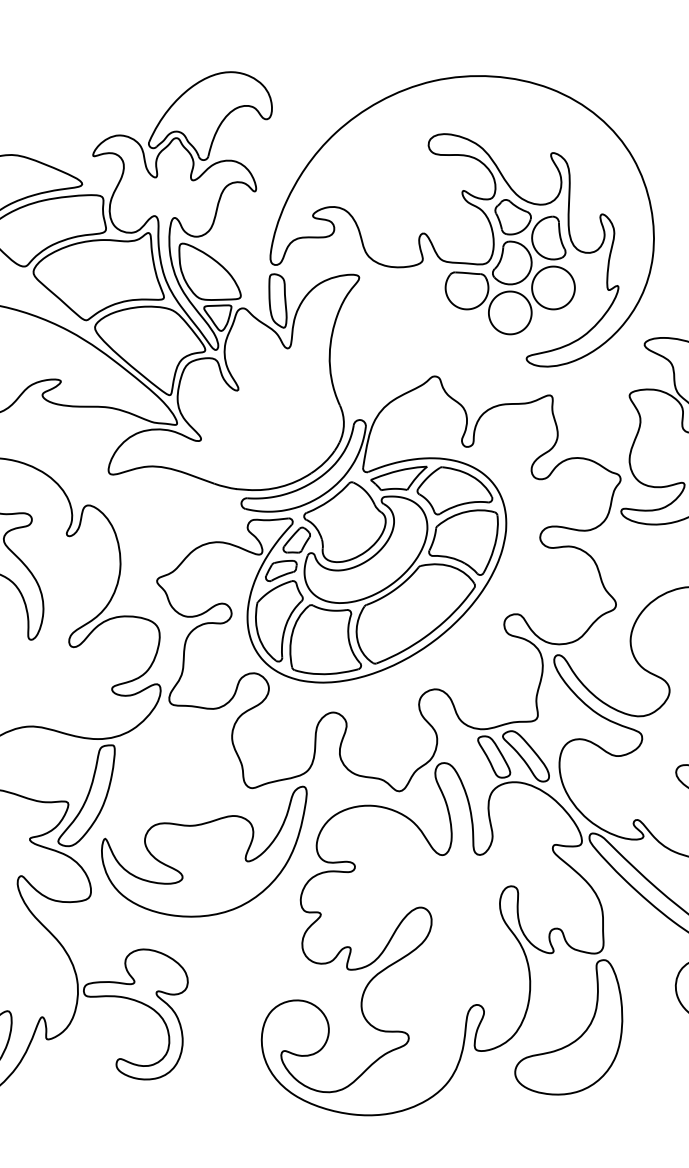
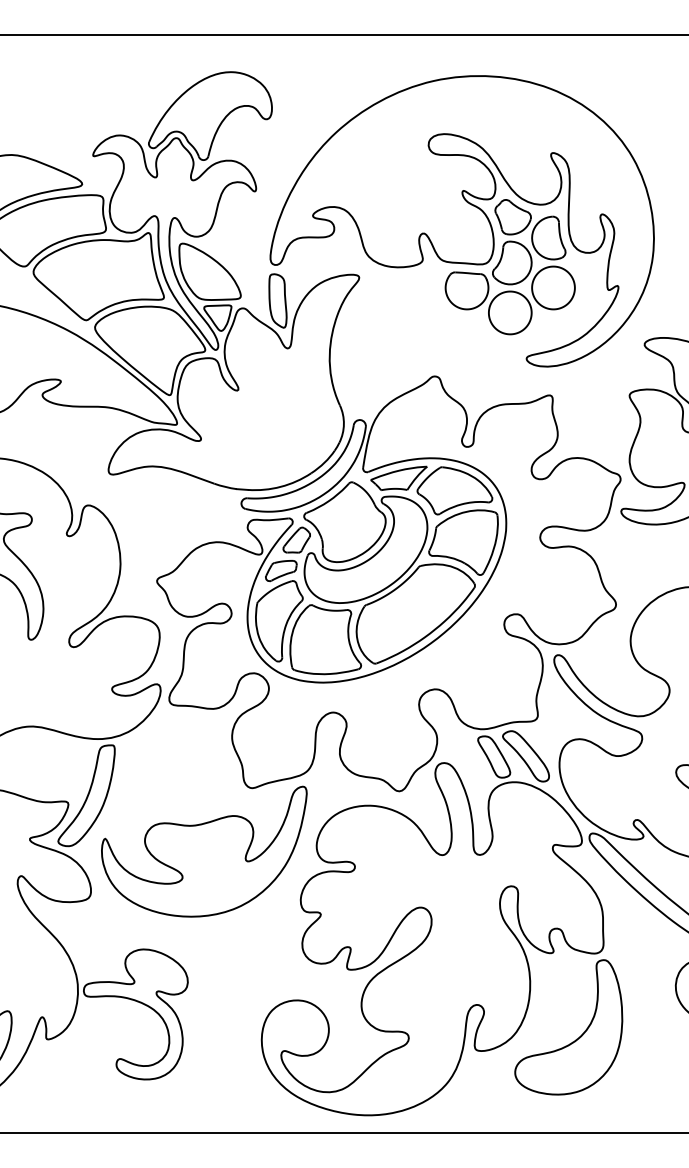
line at (343, 35): none -> present
line at (343, 1132): none -> present
